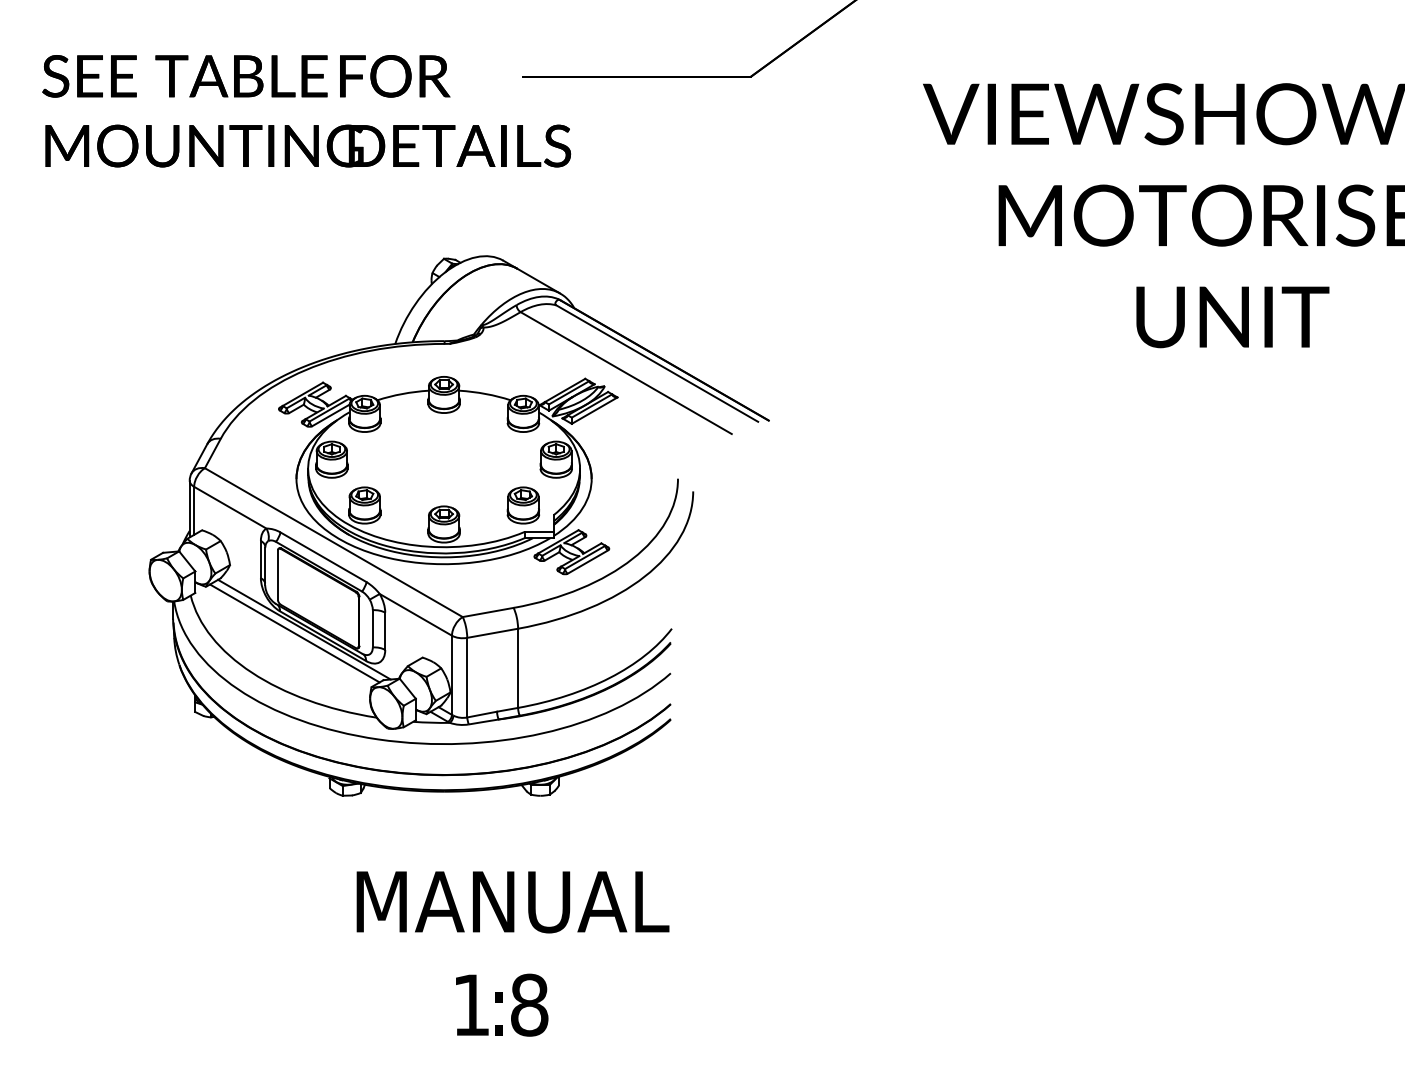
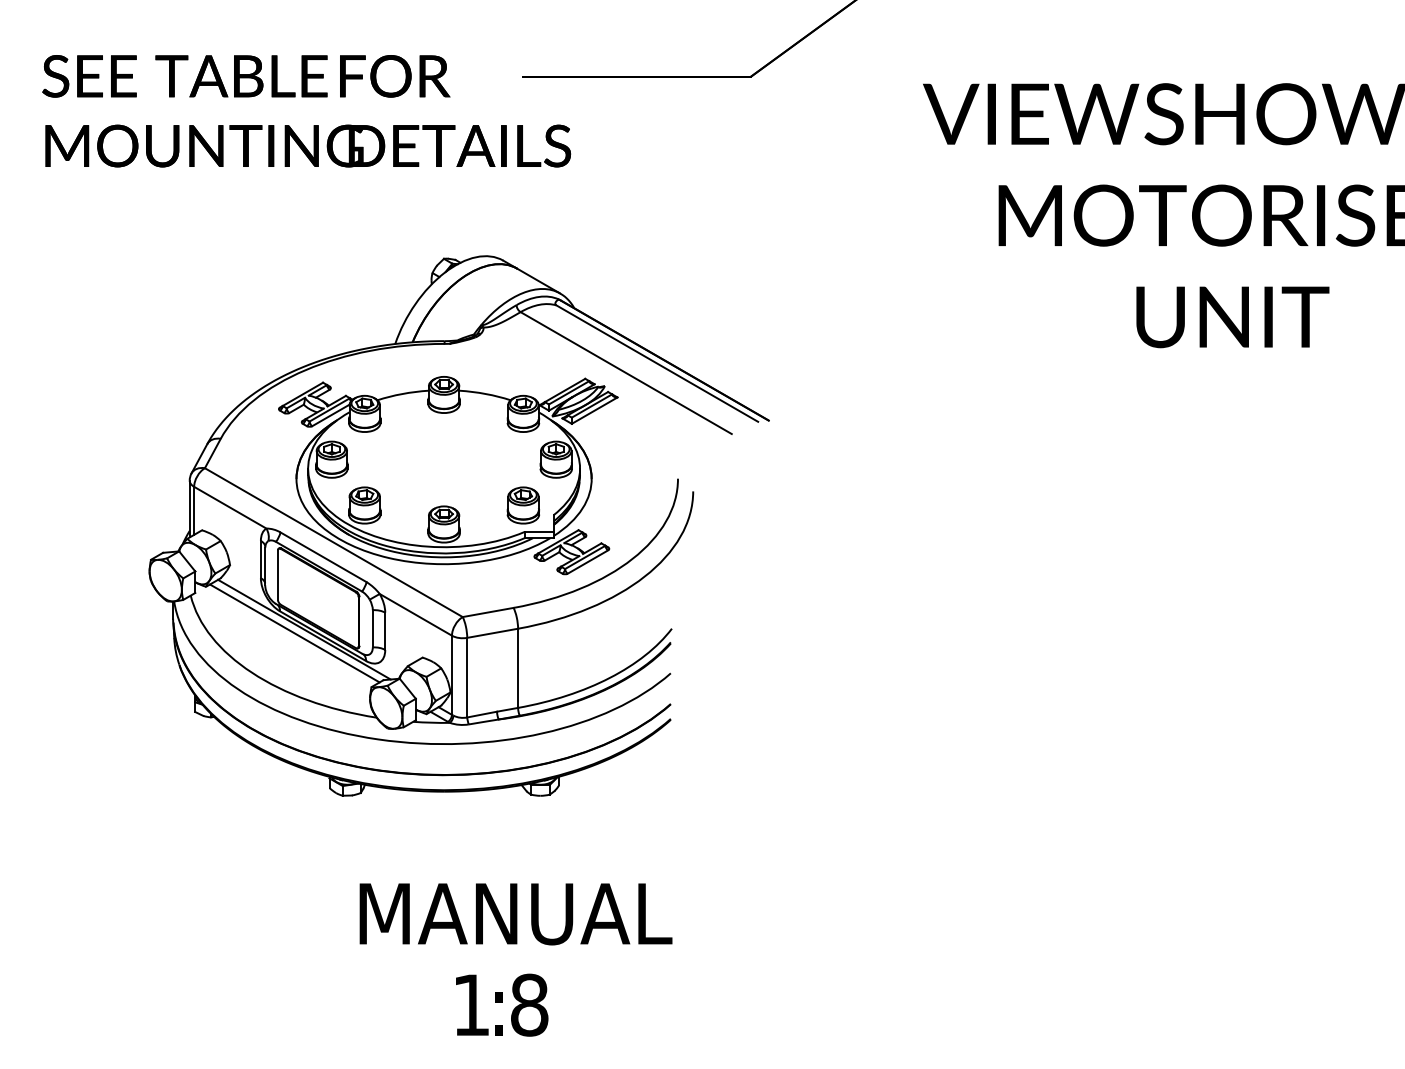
text at (512, 902) position: (512, 902) -> (515, 914)
